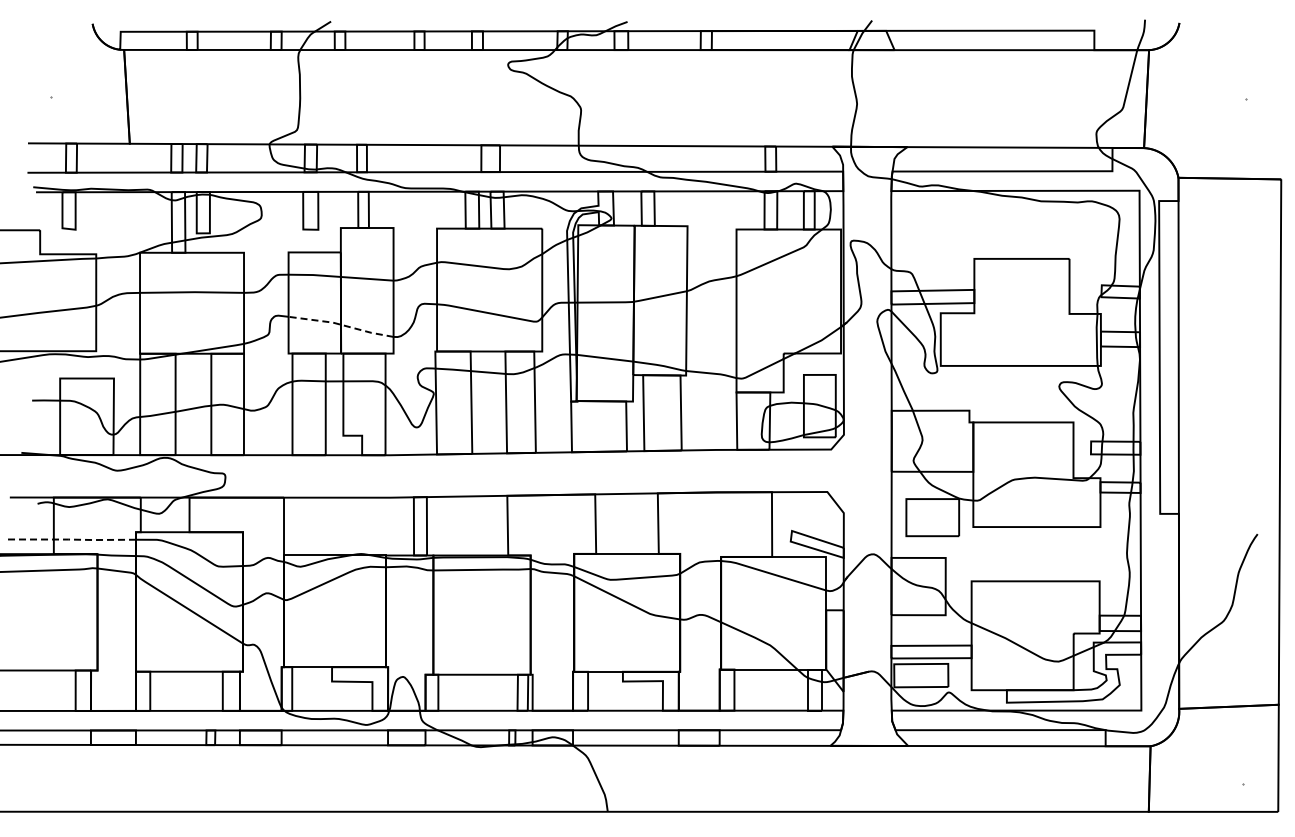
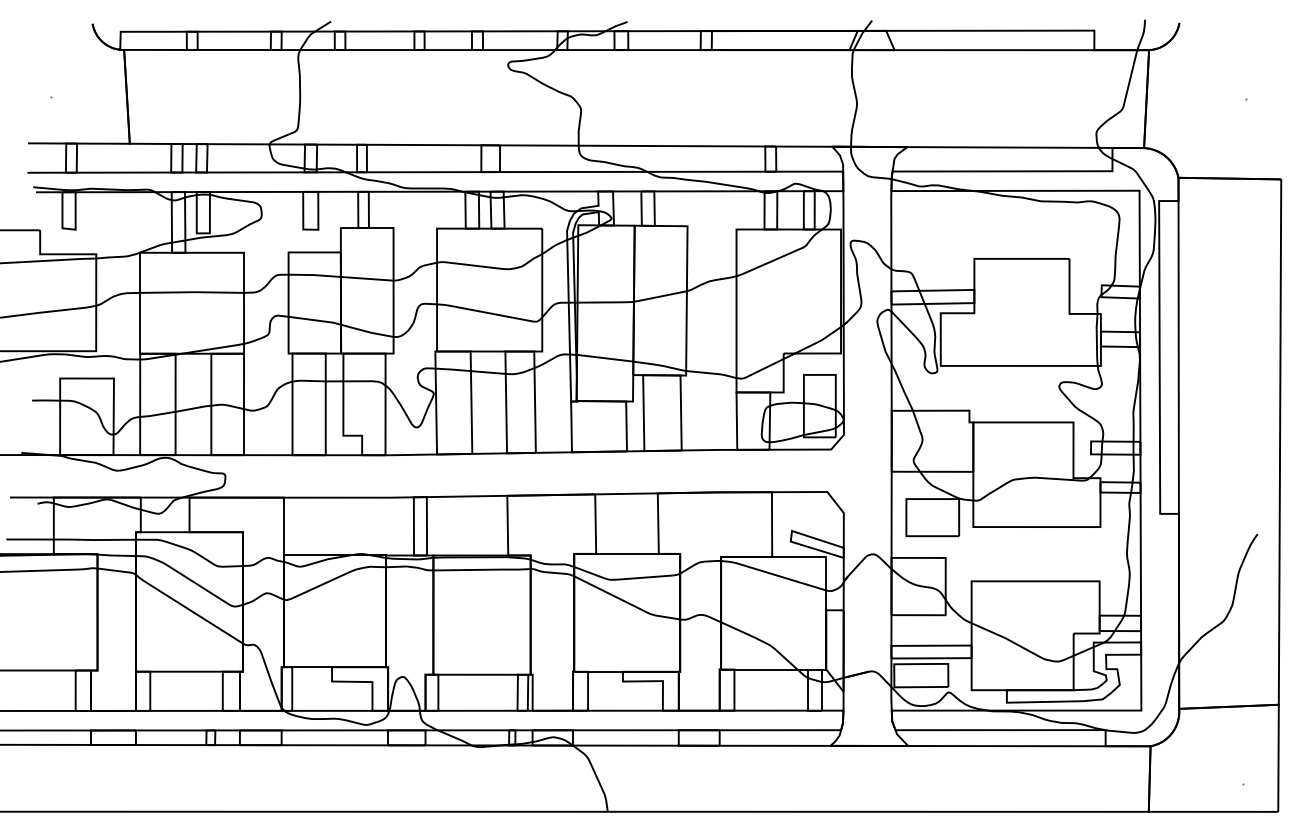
line at (341, 324): dashed -> solid
line at (70, 539): dashed -> solid
